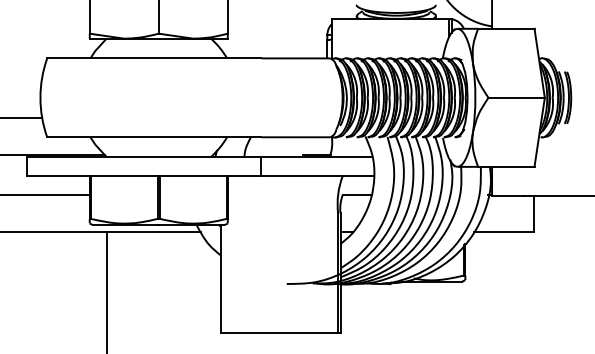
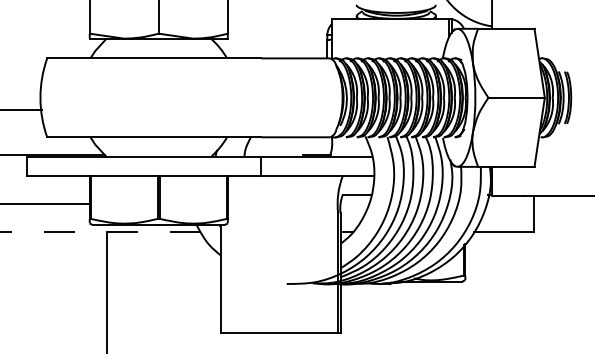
line at (22, 117) position: (22, 117) -> (22, 109)
line at (45, 194) position: (45, 194) -> (45, 203)
line at (100, 232): solid -> dashed
